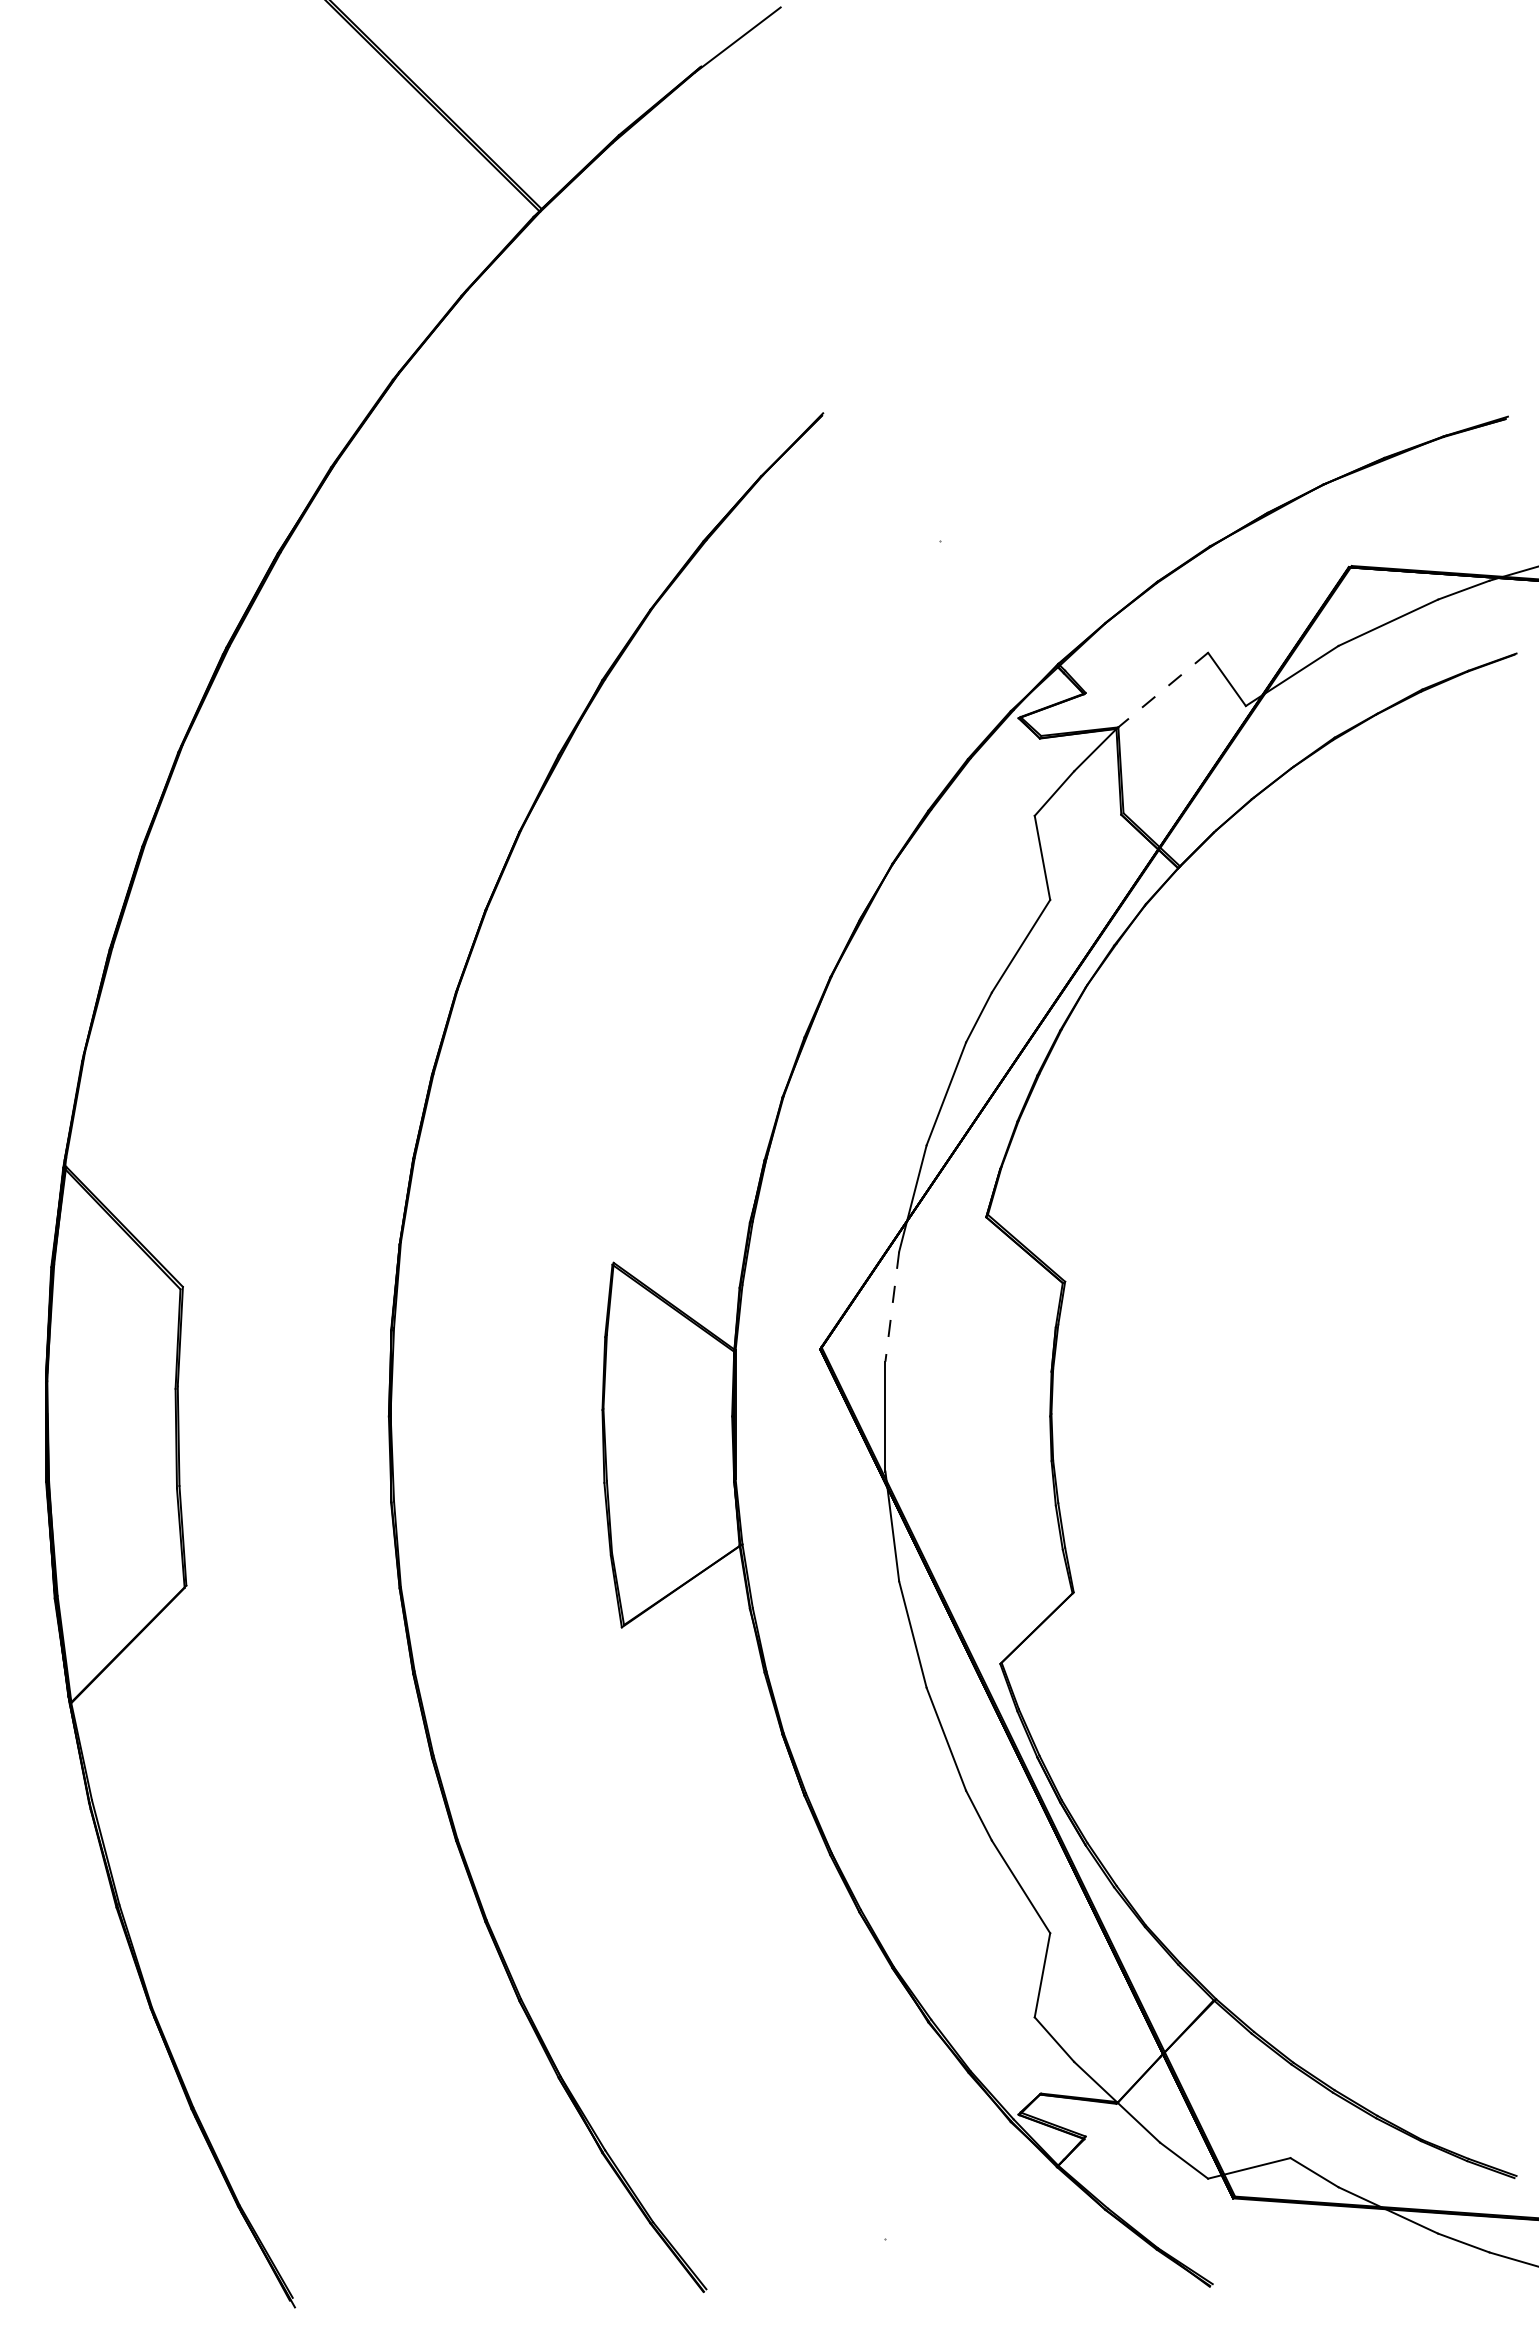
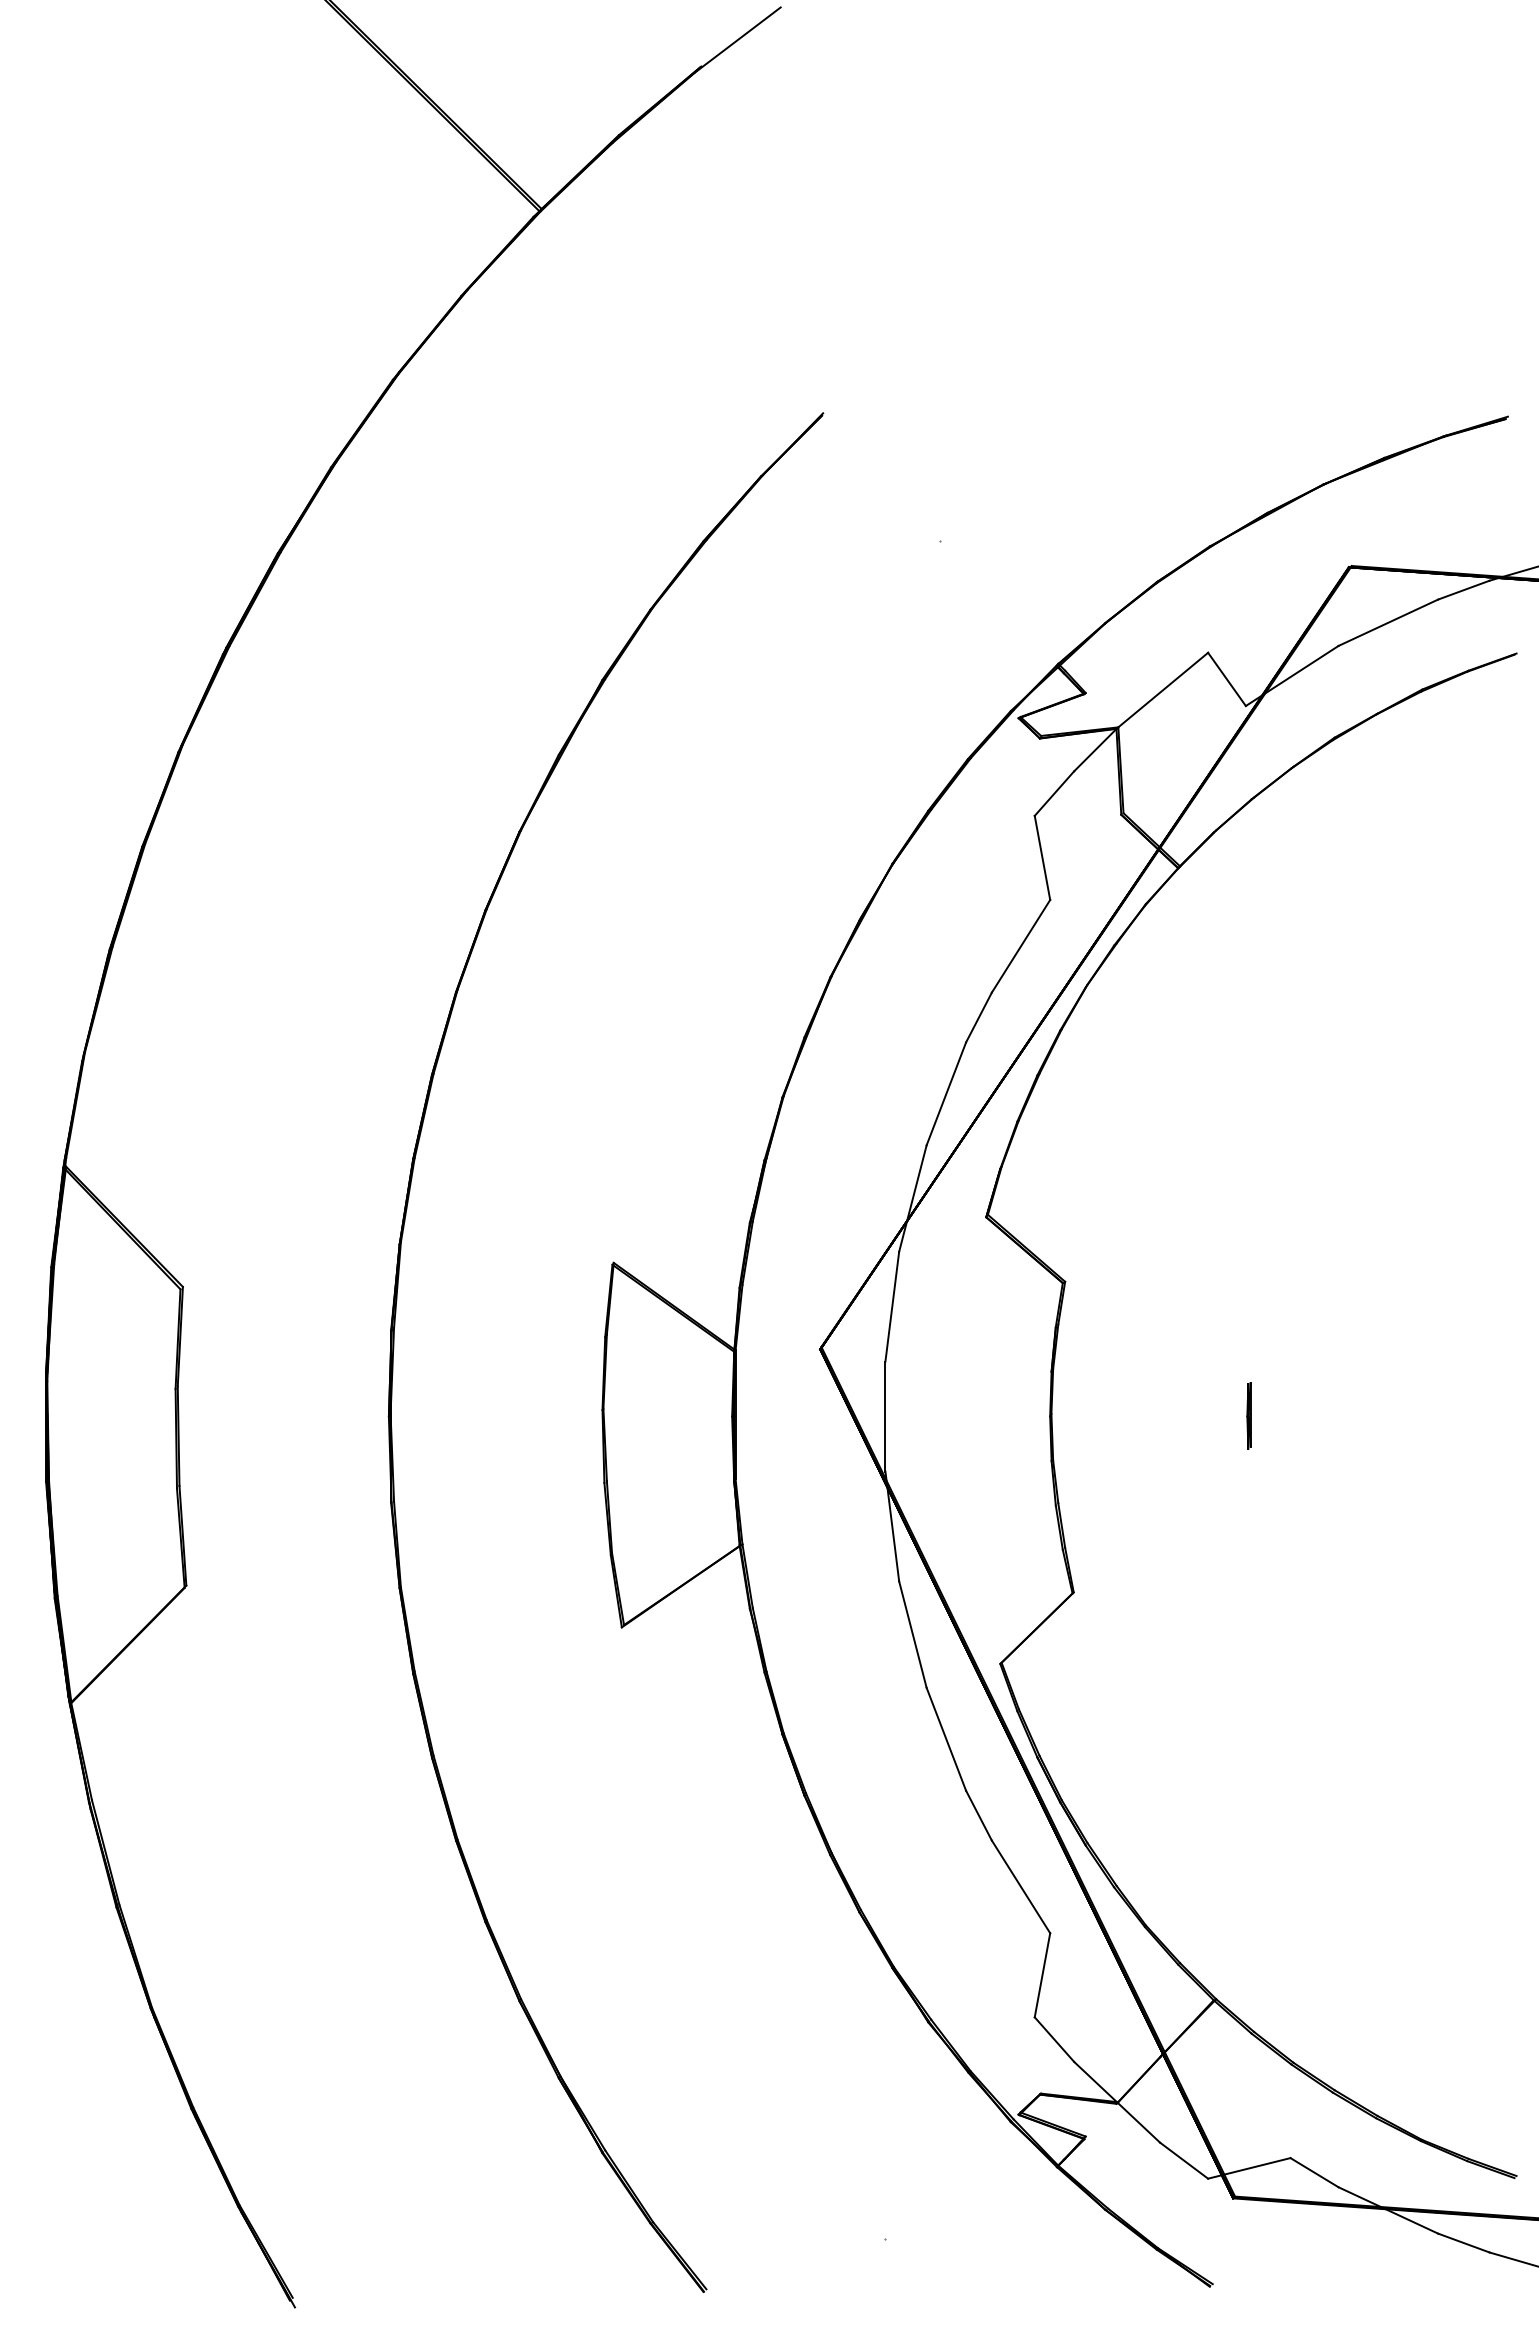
line at (1162, 690): dashed -> solid
line at (892, 1307): dashed -> solid
part at (1248, 1415): none -> present
